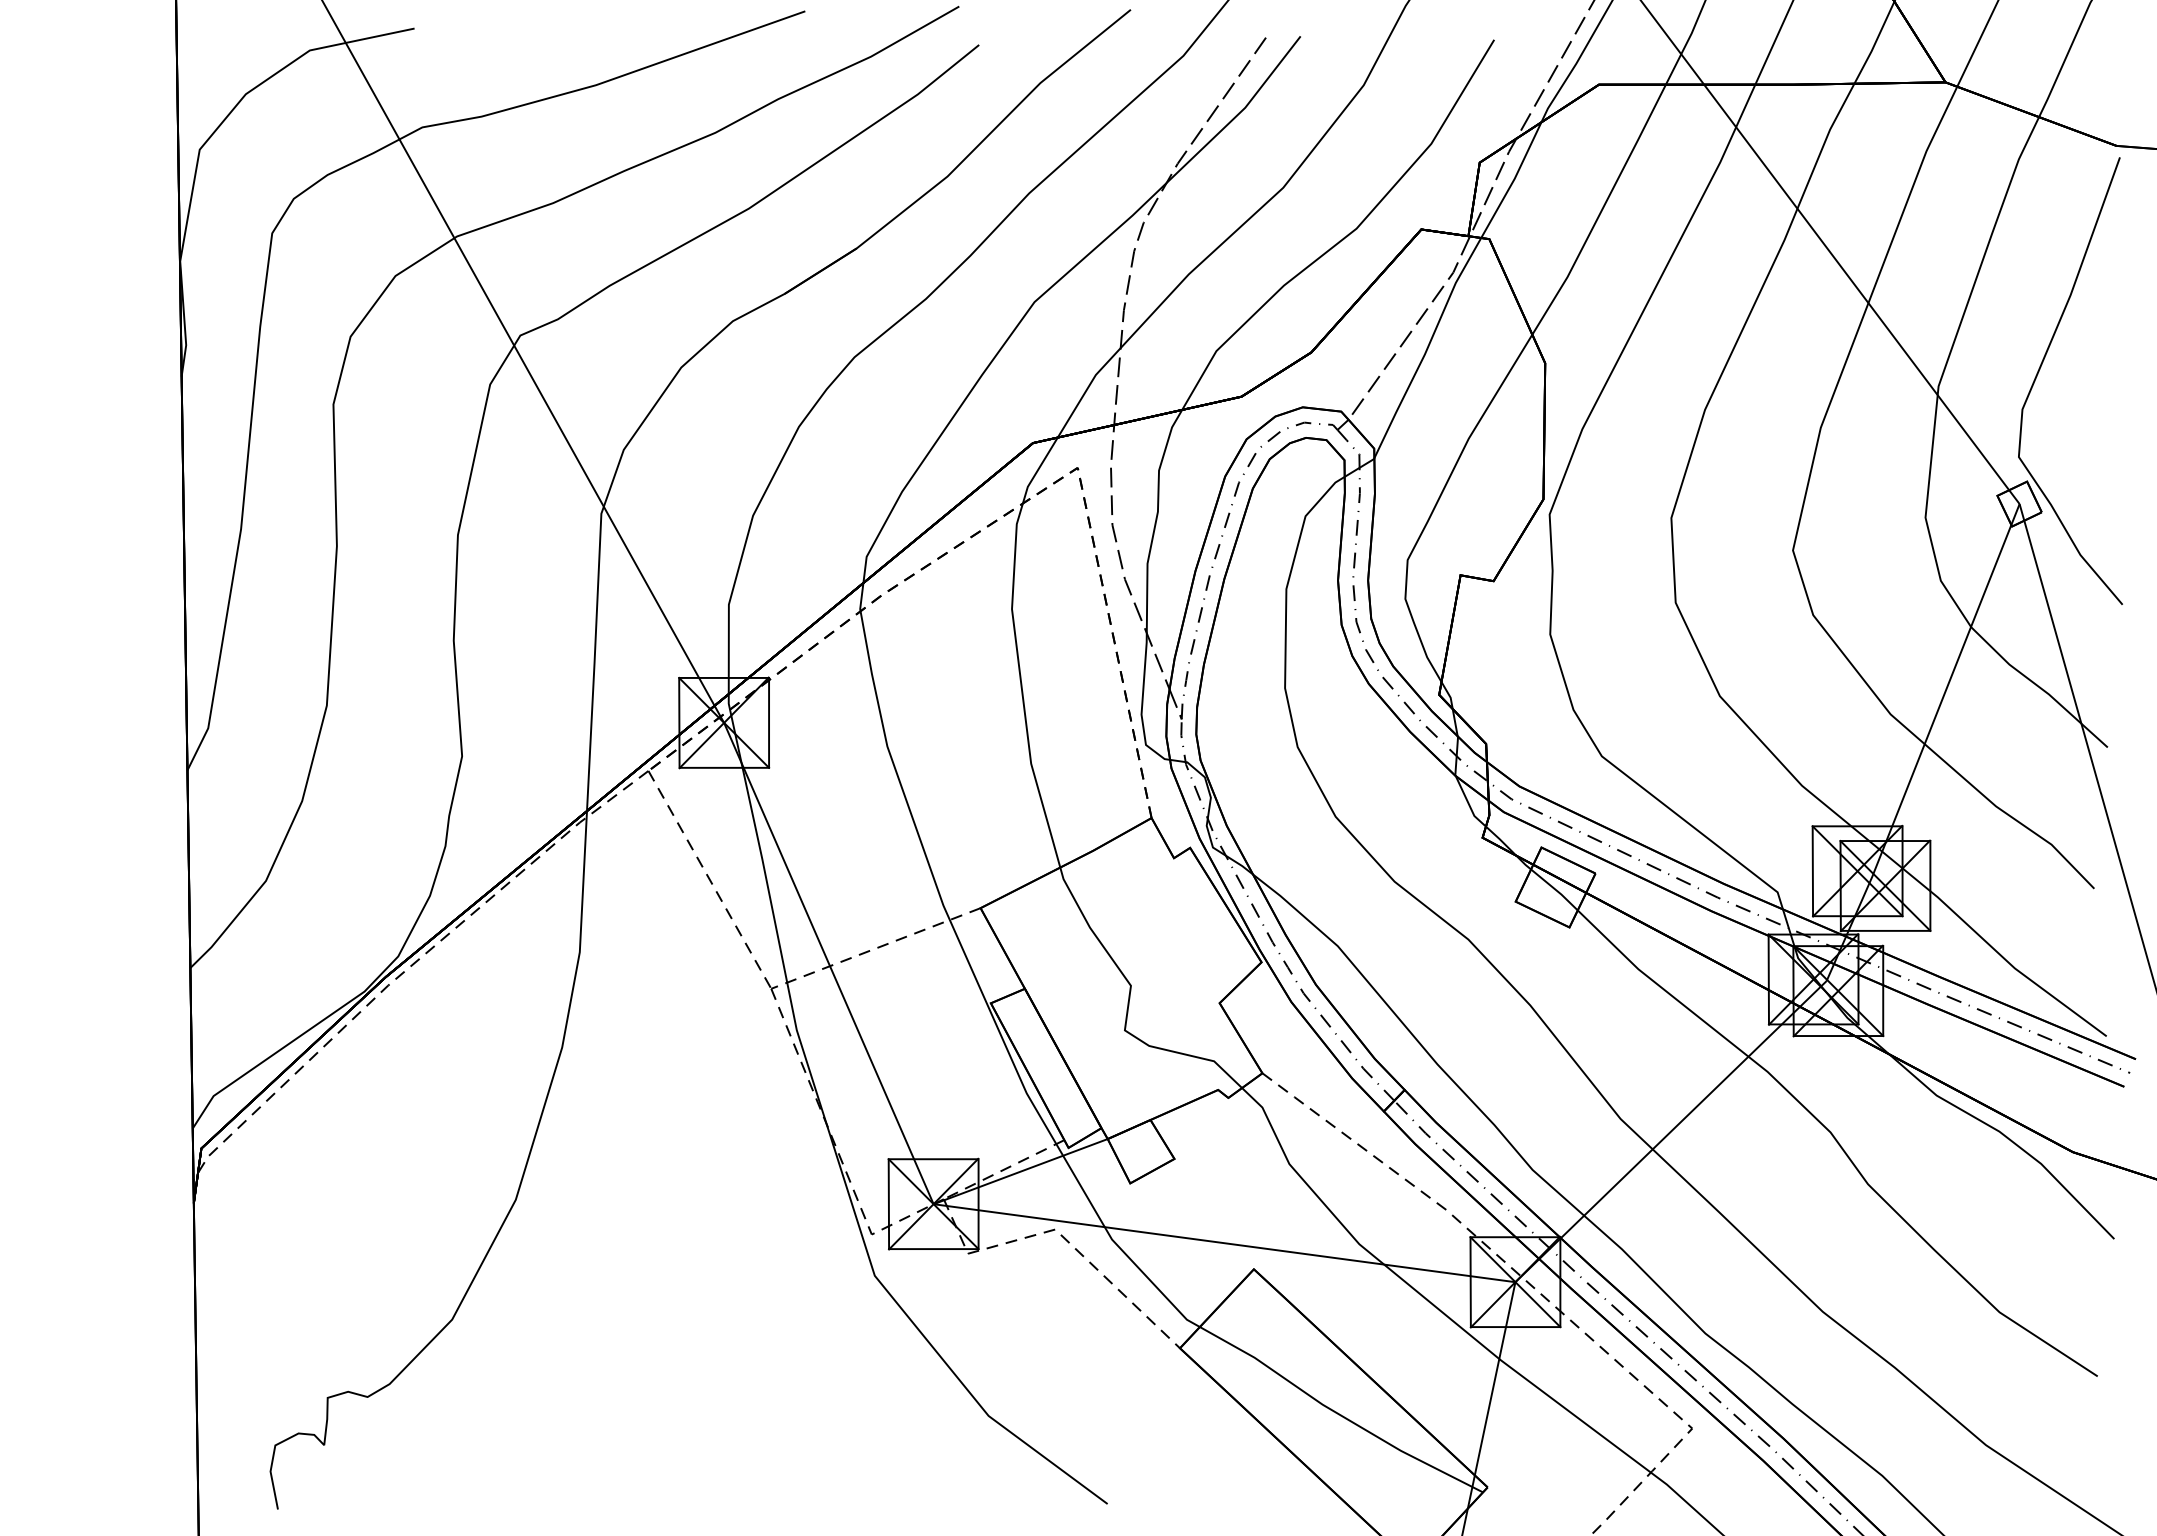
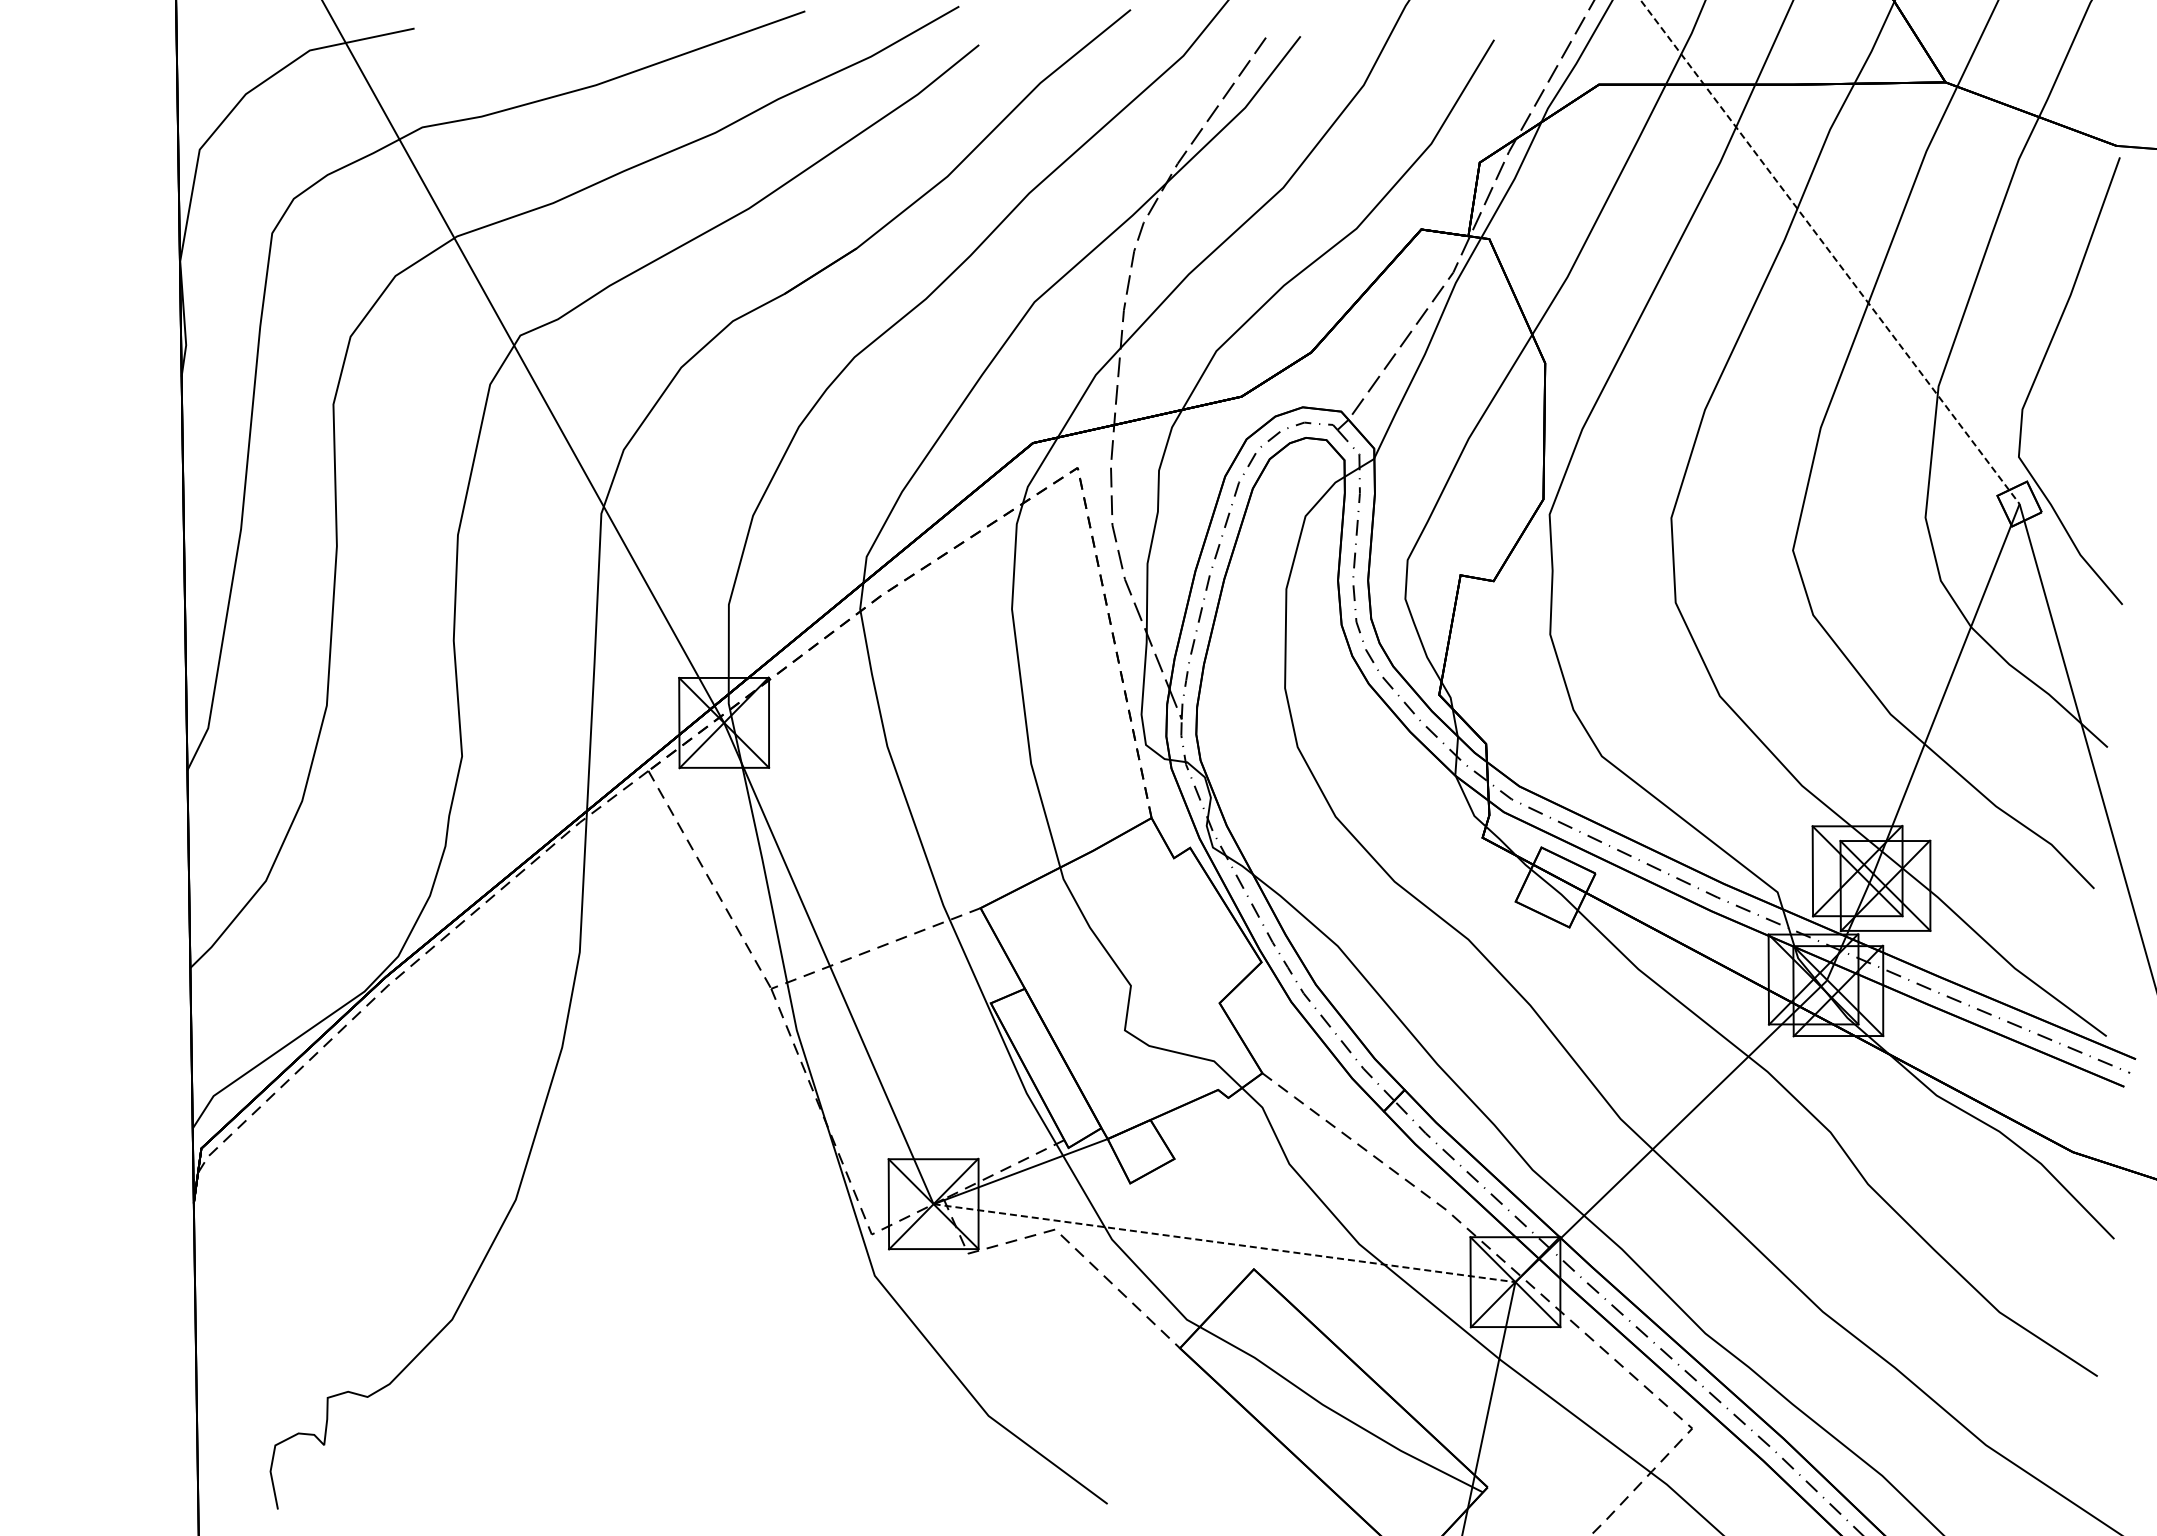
line at (1830, 252): solid -> dashed
line at (1225, 1243): solid -> dashed
